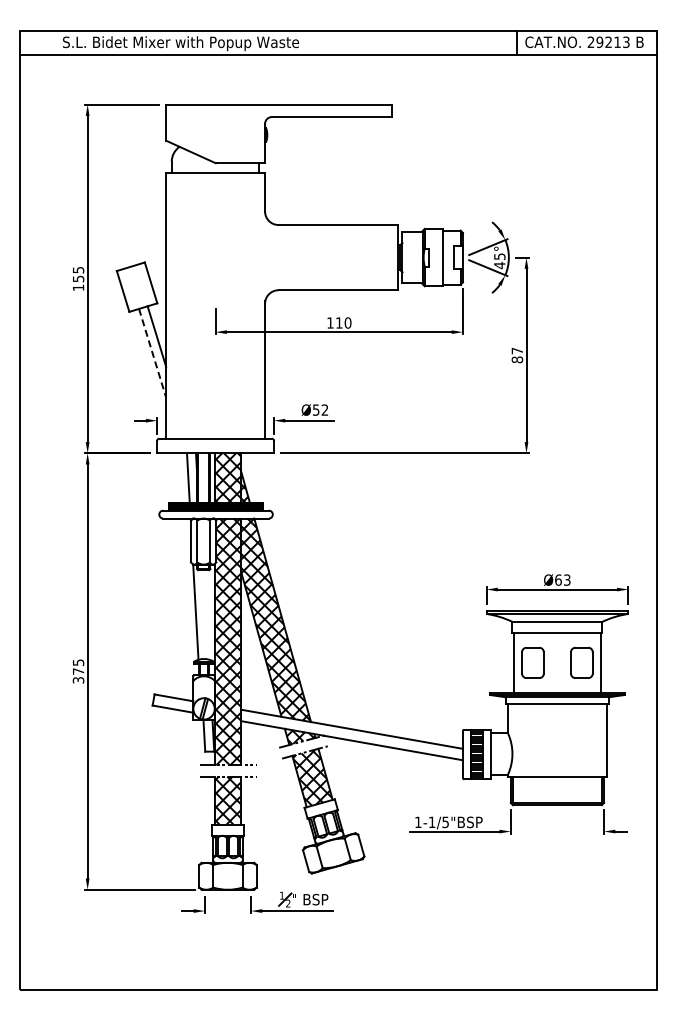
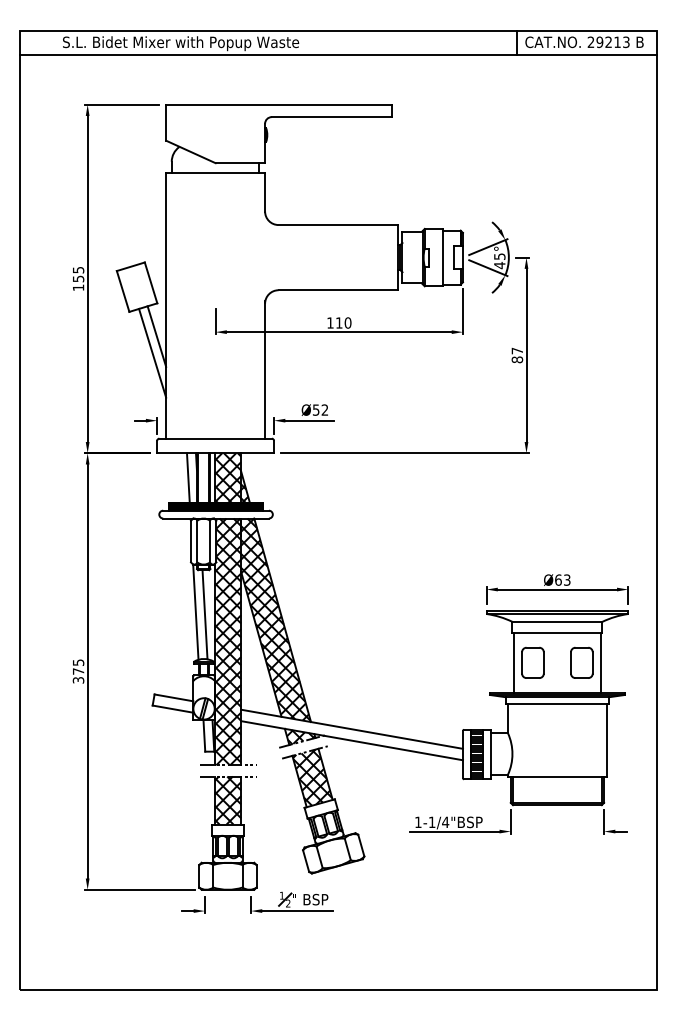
line at (152, 353): dashed -> solid
line at (204, 614): none -> present
text at (445, 822): 1-1/5"BSP -> 1-1/4"BSP
